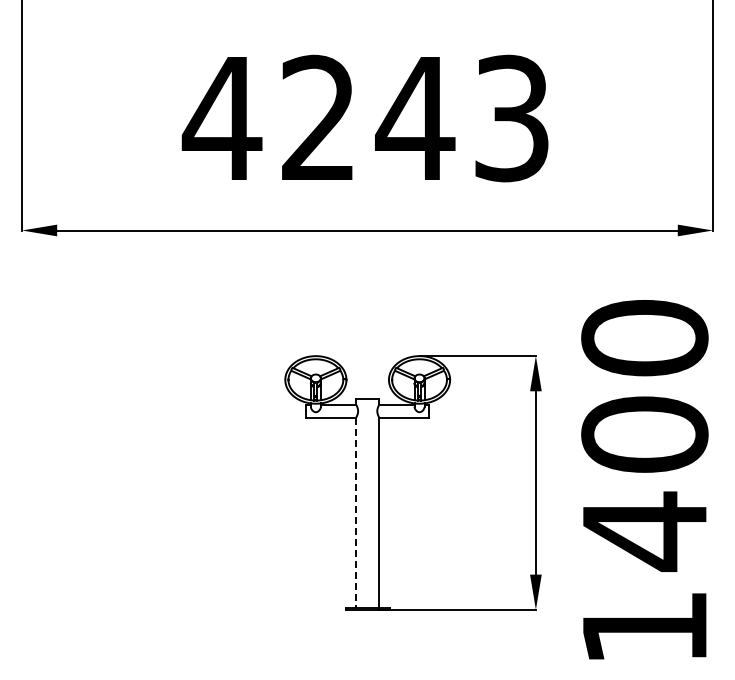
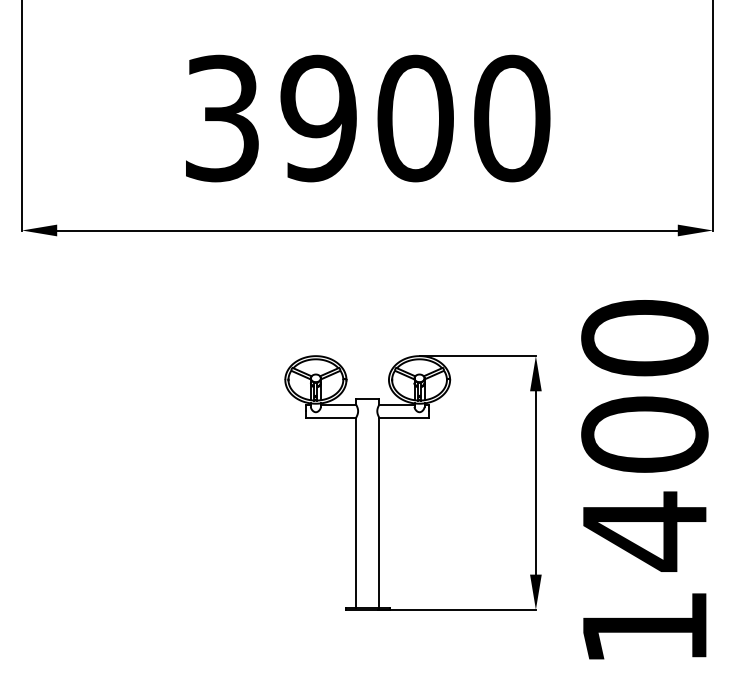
text at (365, 118): 4243 -> 3900
line at (356, 513): dashed -> solid
